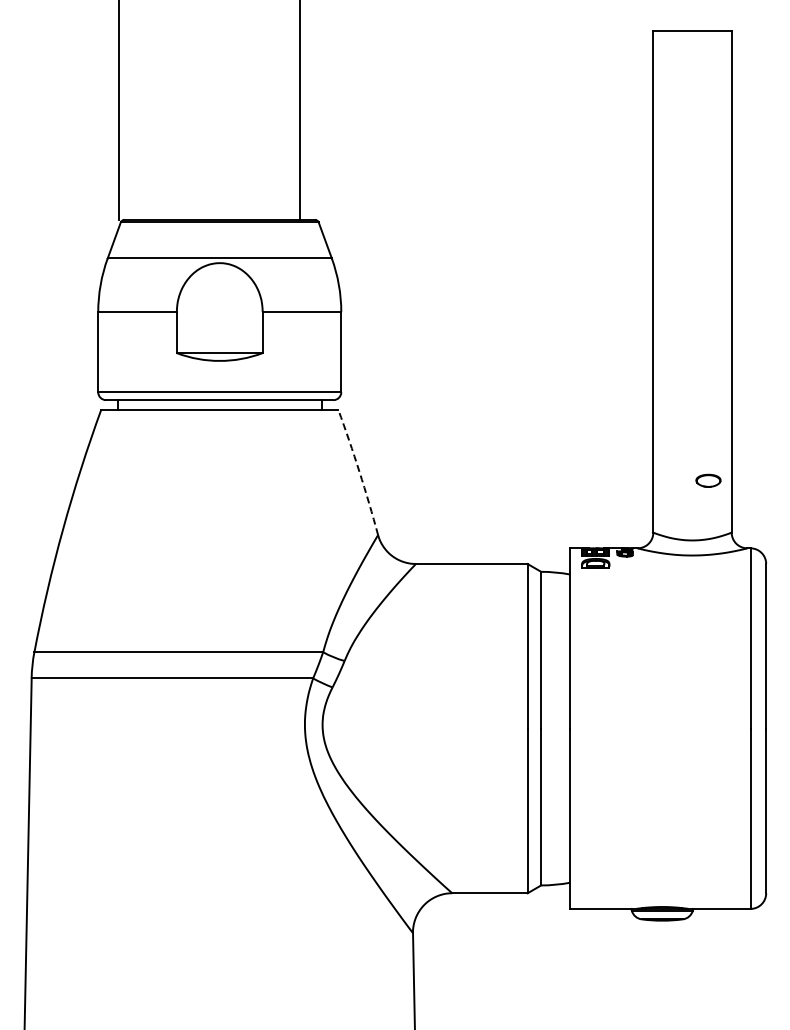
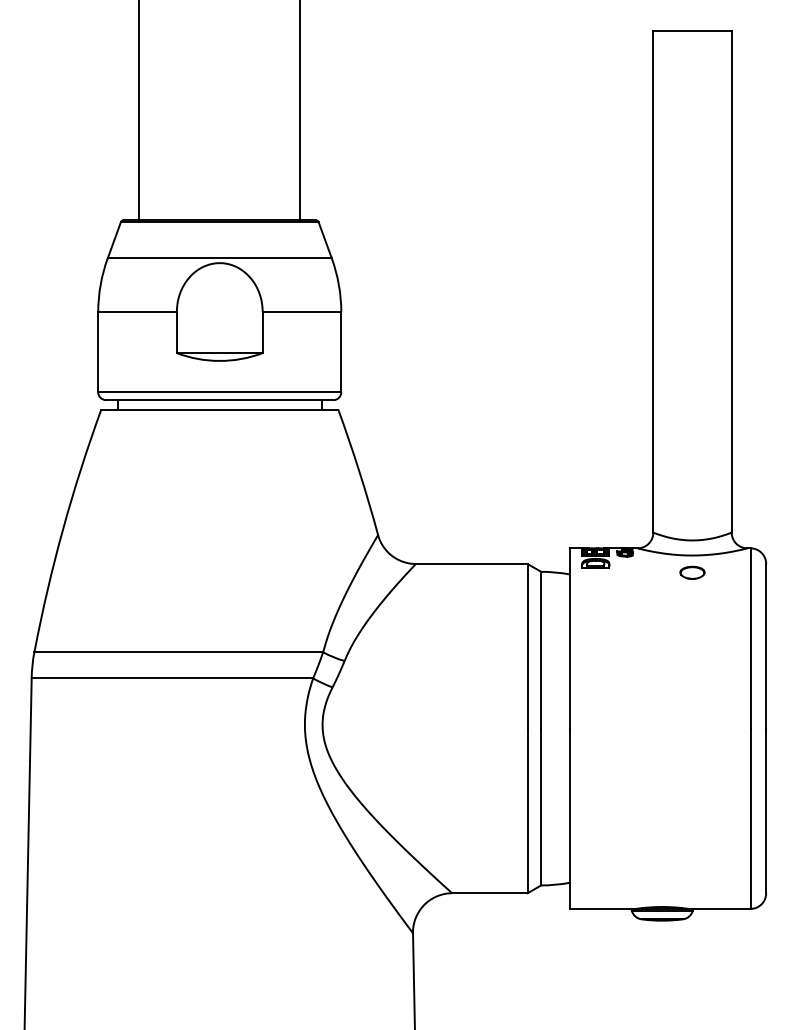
line at (119, 110) position: (119, 110) -> (139, 110)
arc at (359, 471): dashed -> solid
part at (708, 480) position: (708, 480) -> (692, 572)
